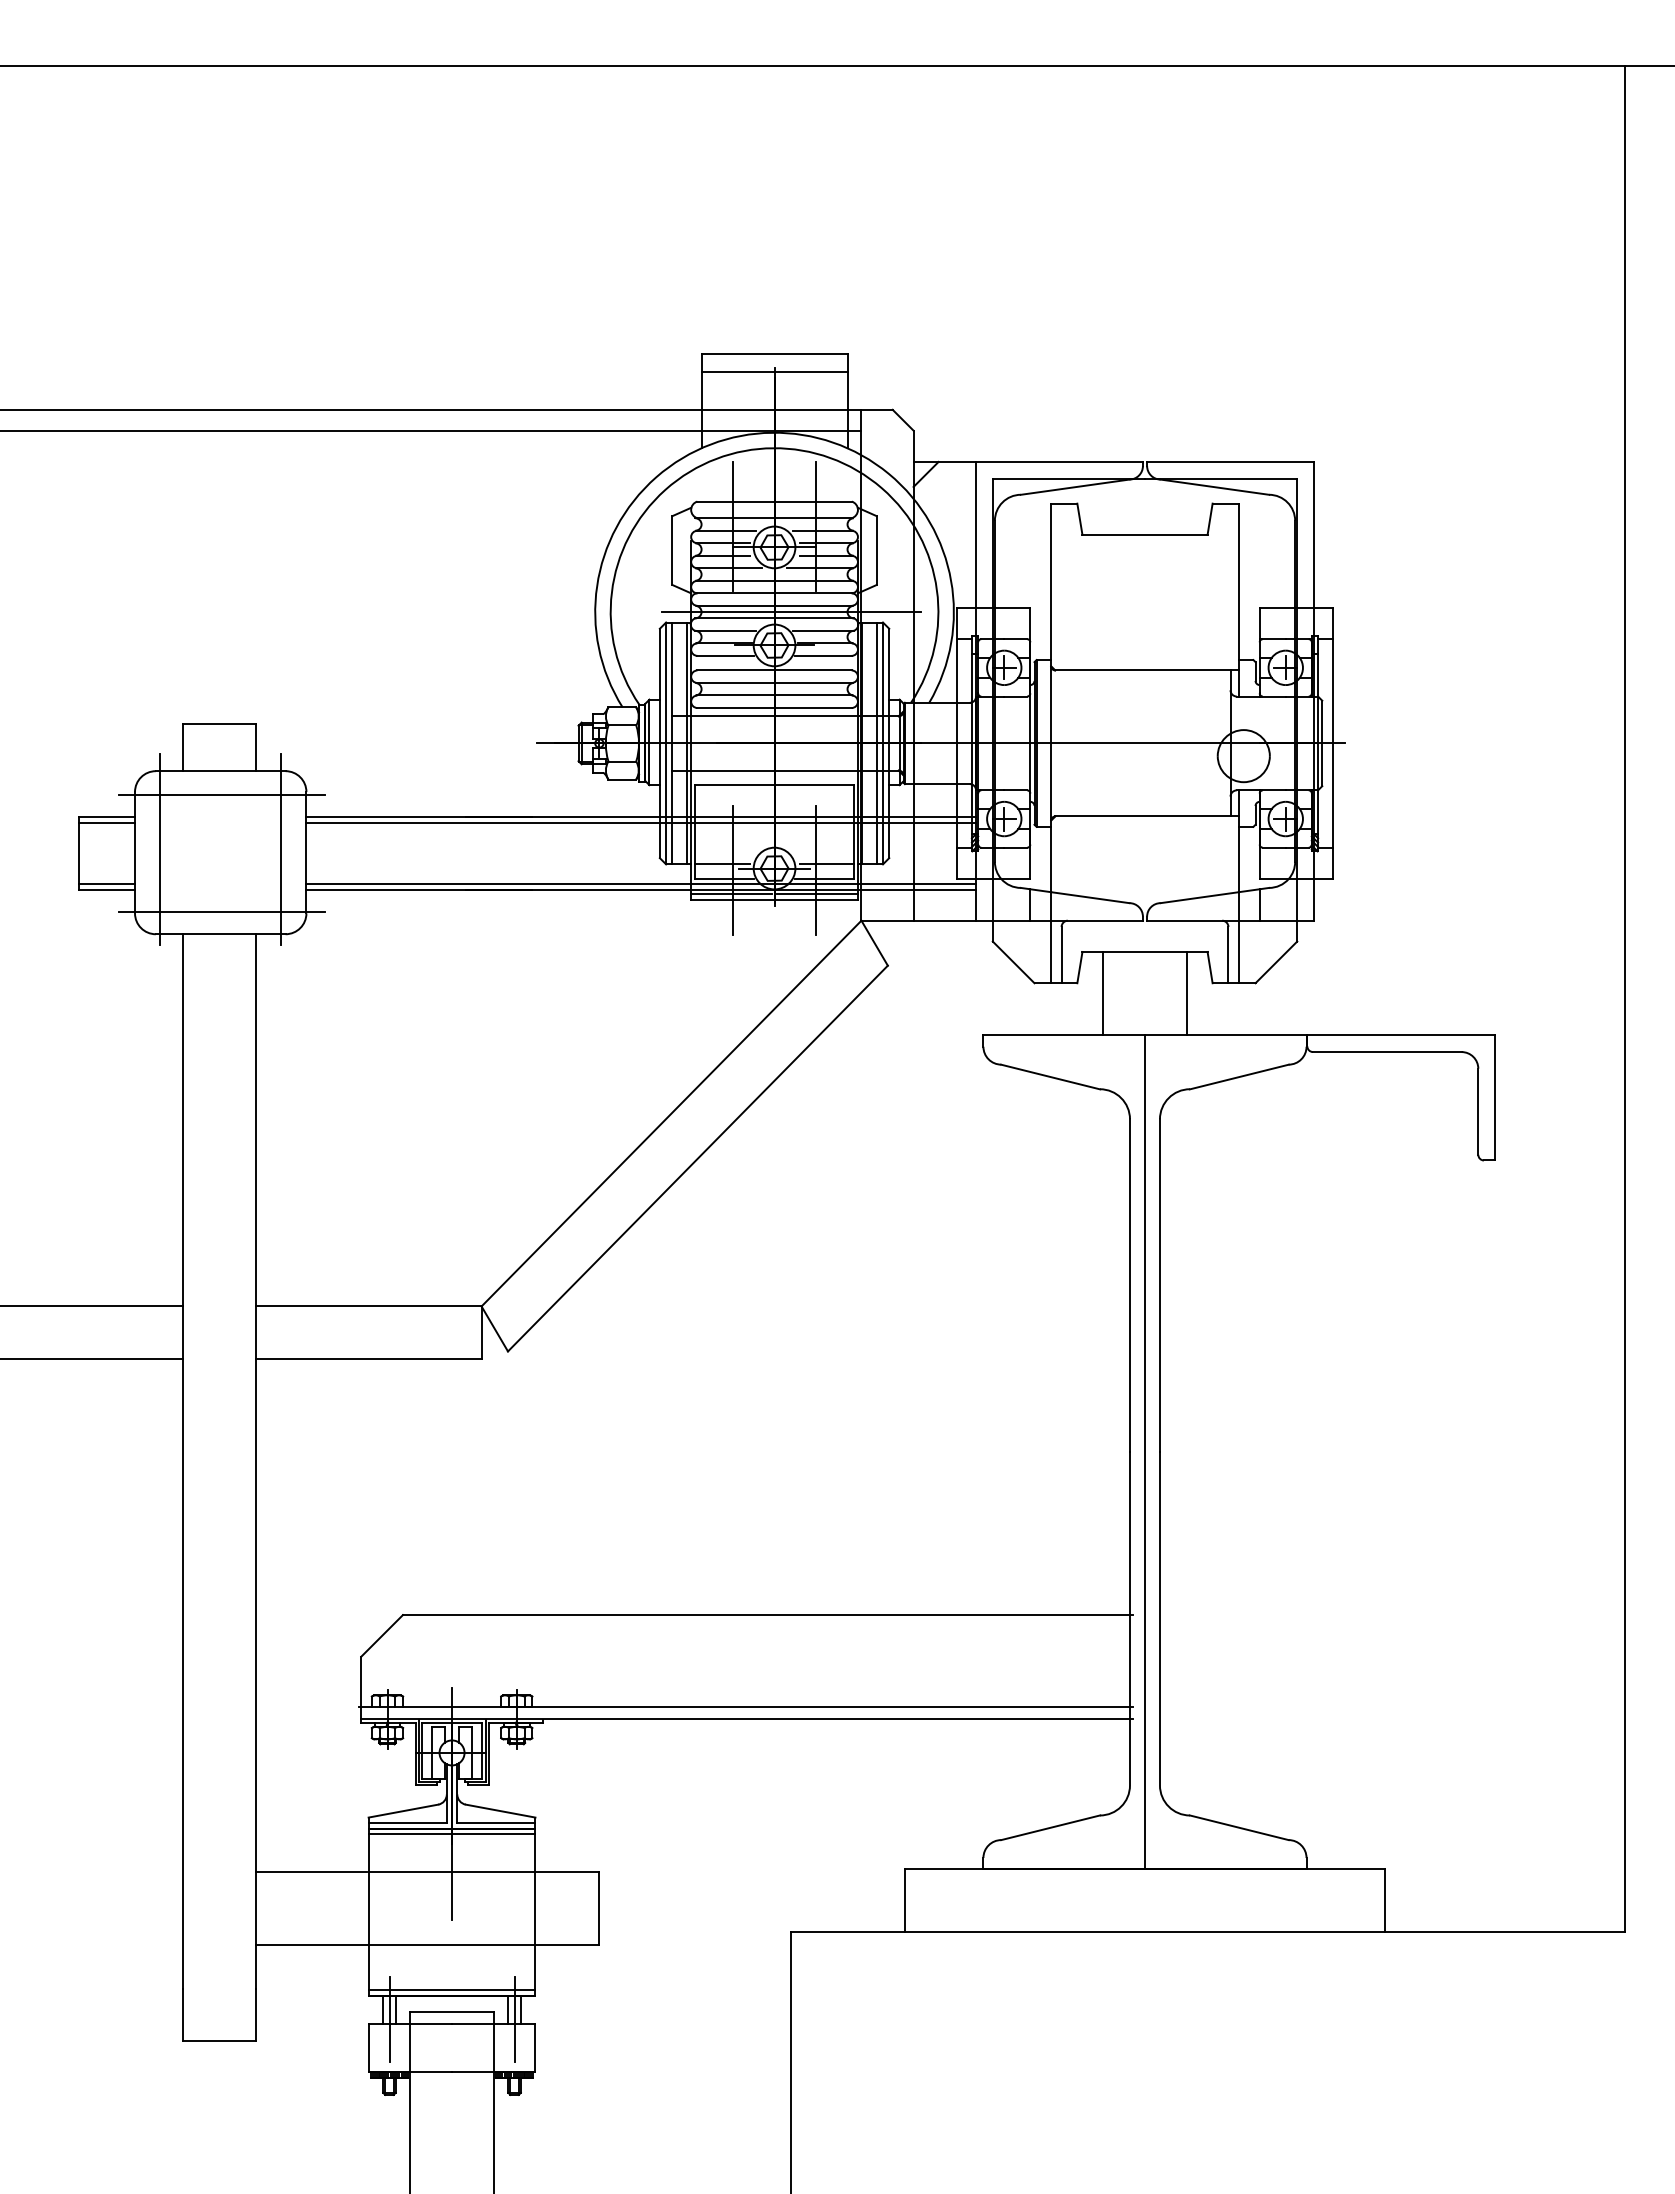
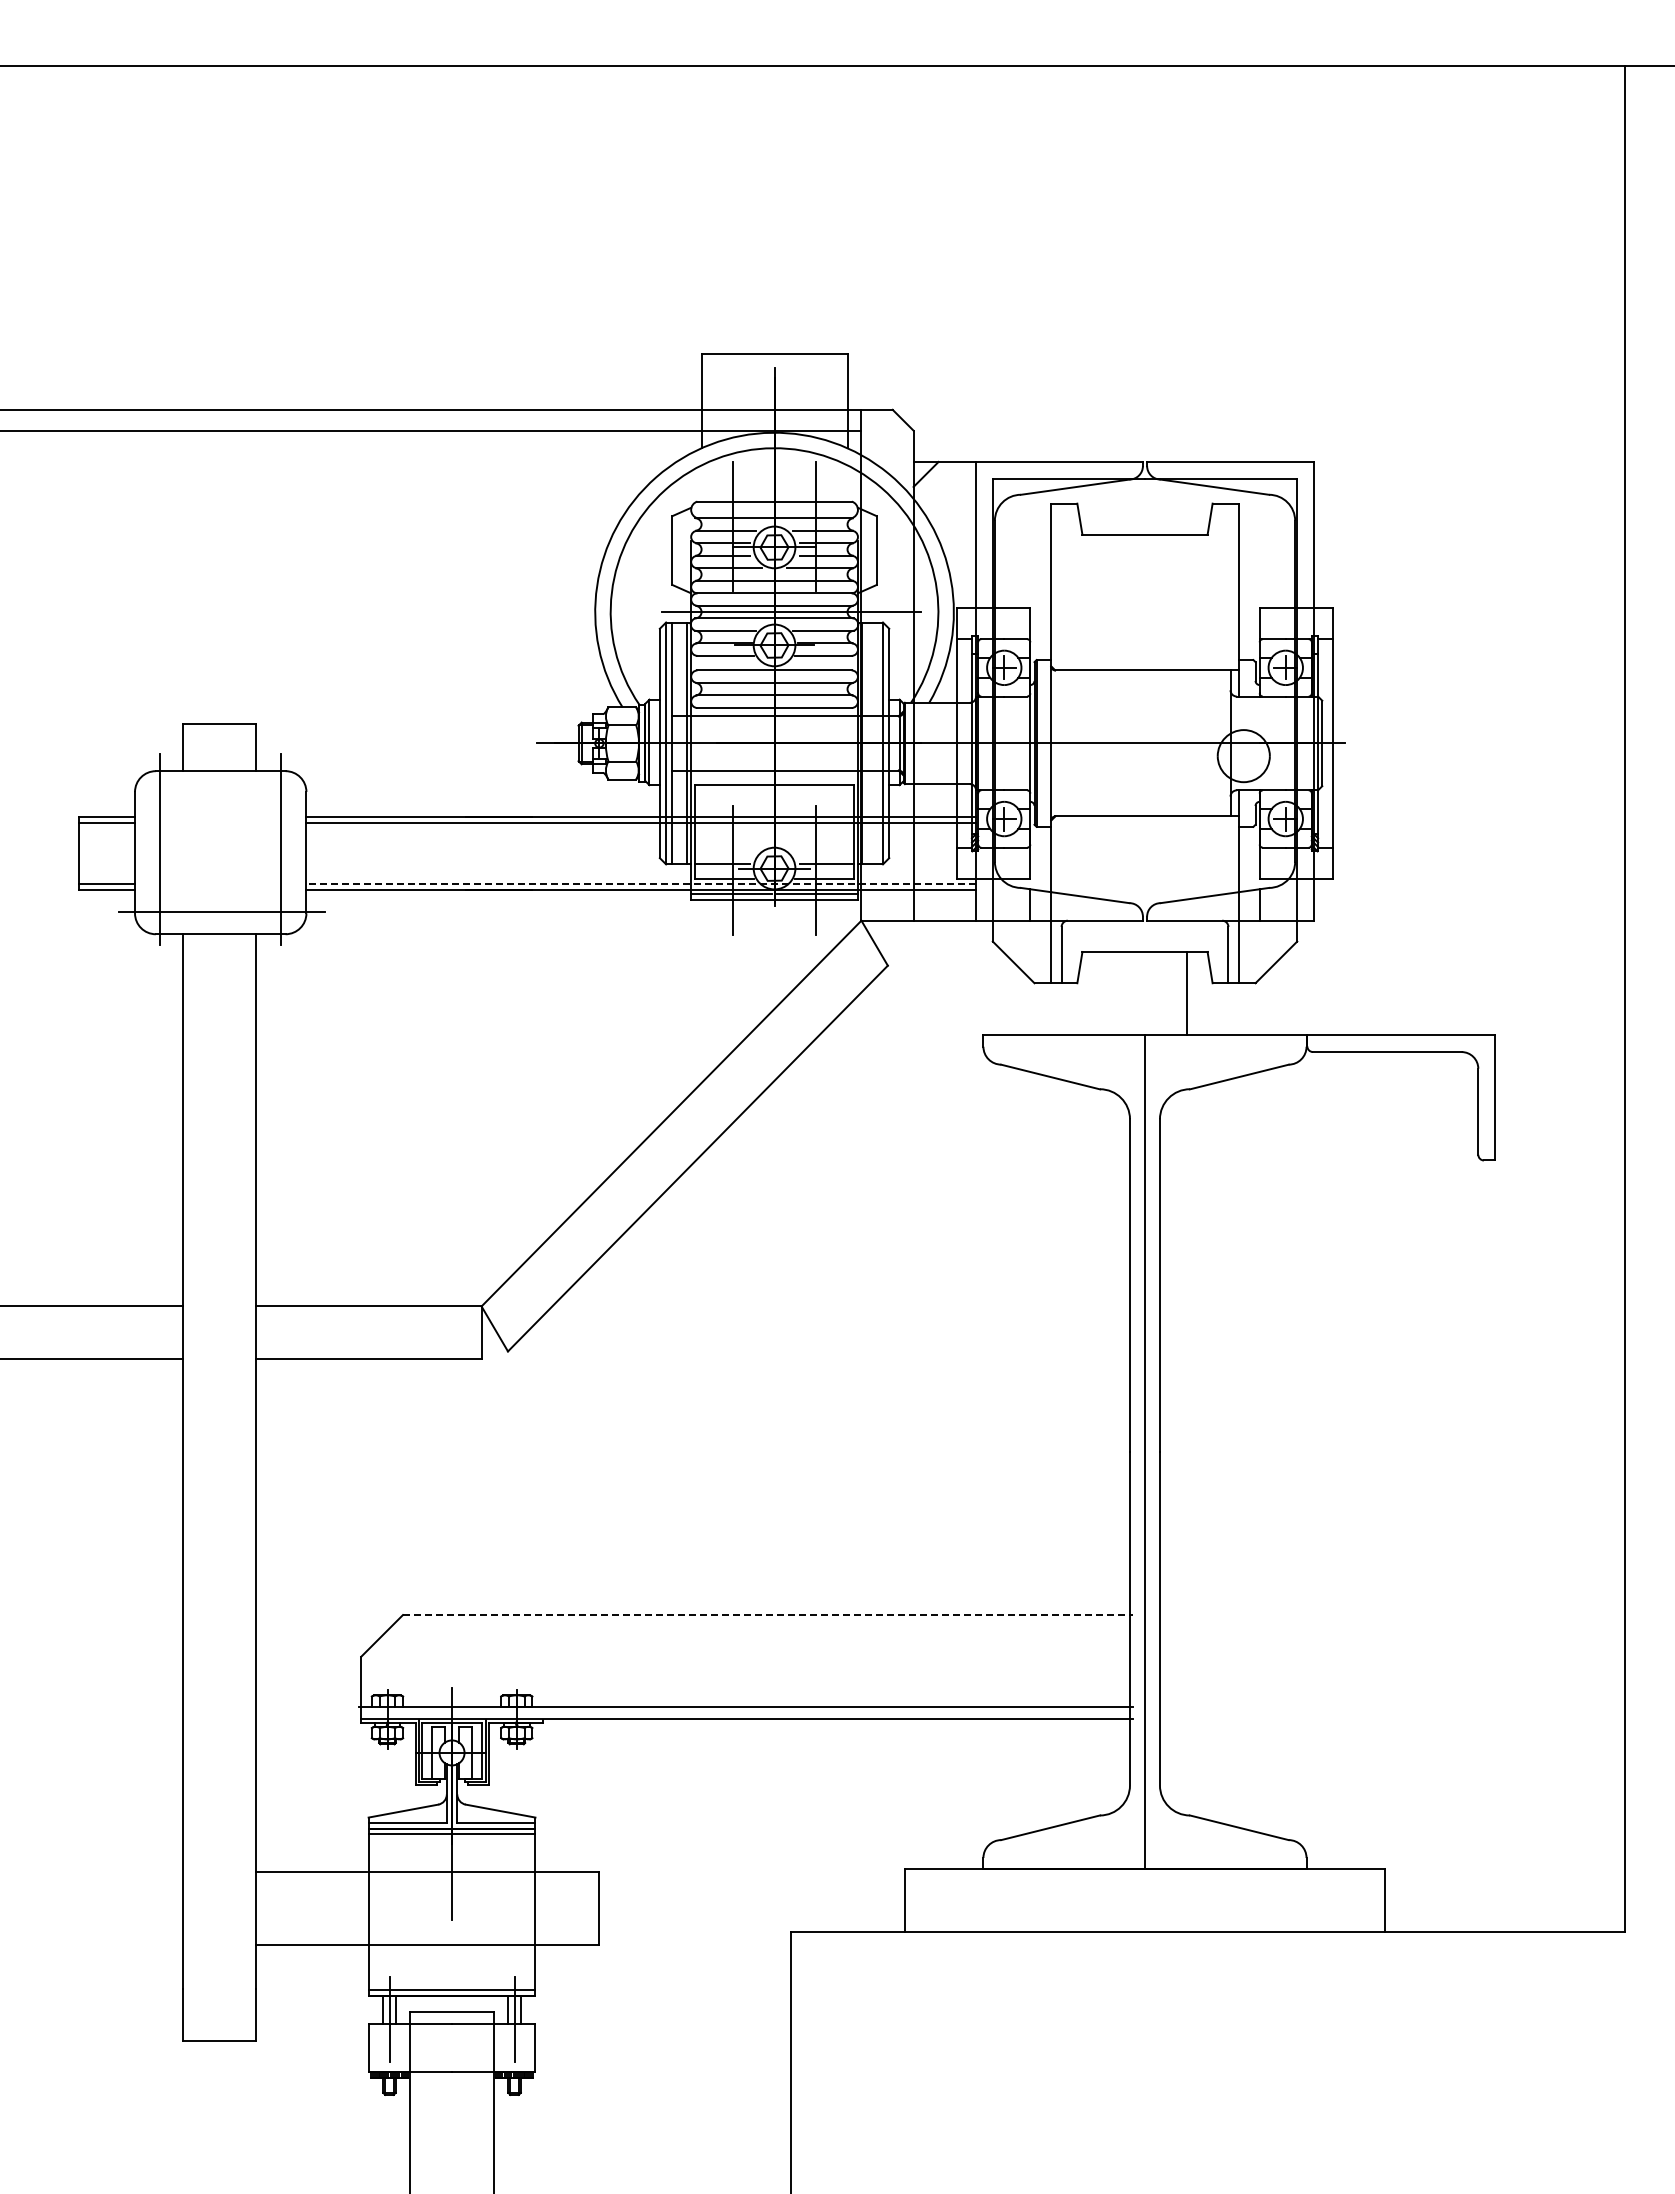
line at (774, 372): present -> none
line at (876, 743): present -> none
line at (221, 794): present -> none
line at (641, 883): solid -> dashed
line at (1103, 993): present -> none
line at (768, 1615): solid -> dashed
